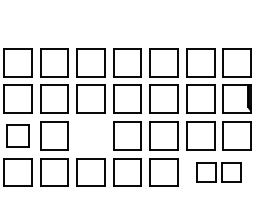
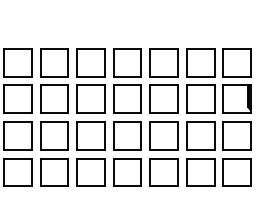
part at (17, 135) size: 24x24 px -> 30x30 px
part at (90, 135): none -> present
part at (218, 172) size: 46x21 px -> 66x29 px
